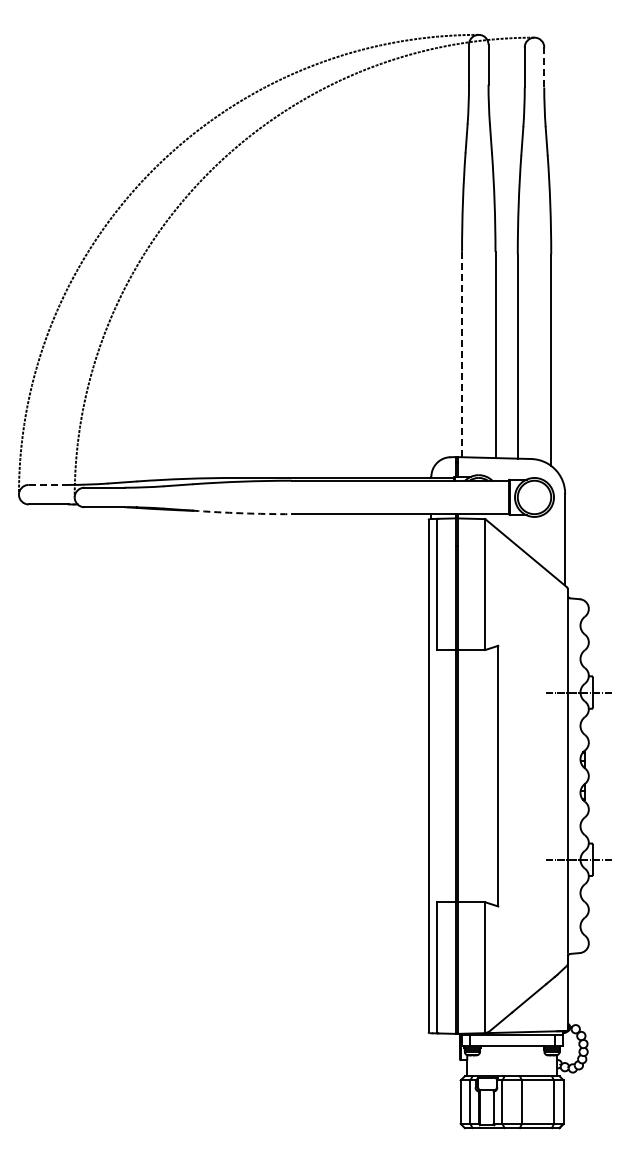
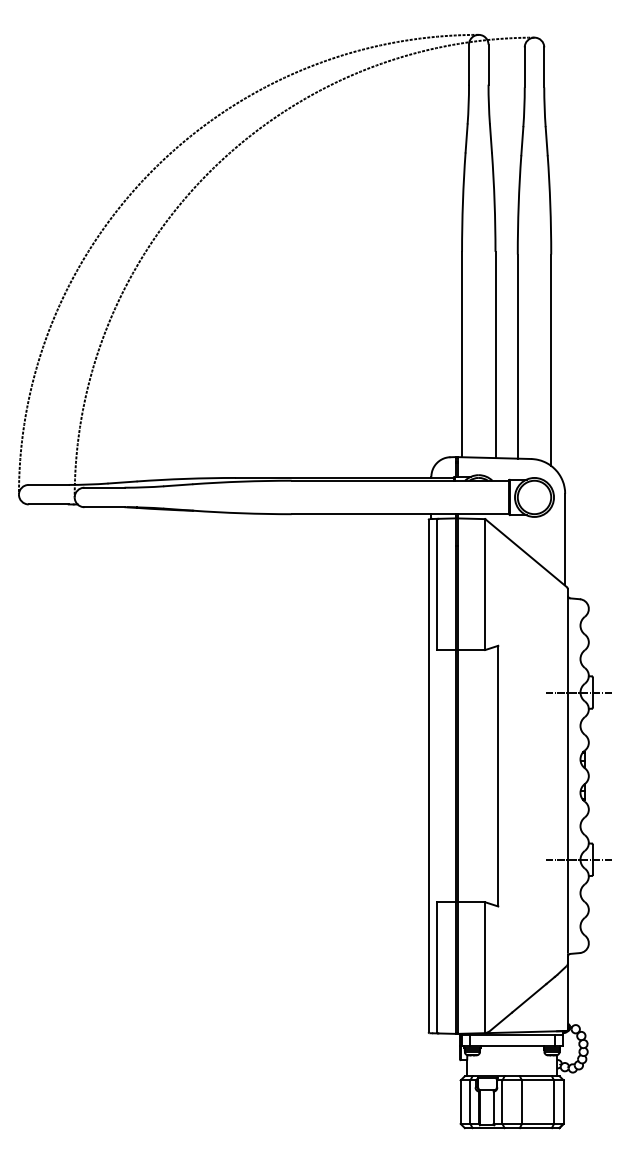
line at (544, 66): dashed -> solid
line at (462, 354): dashed -> solid
line at (48, 484): dashed -> solid
arc at (241, 513): dashed -> solid
